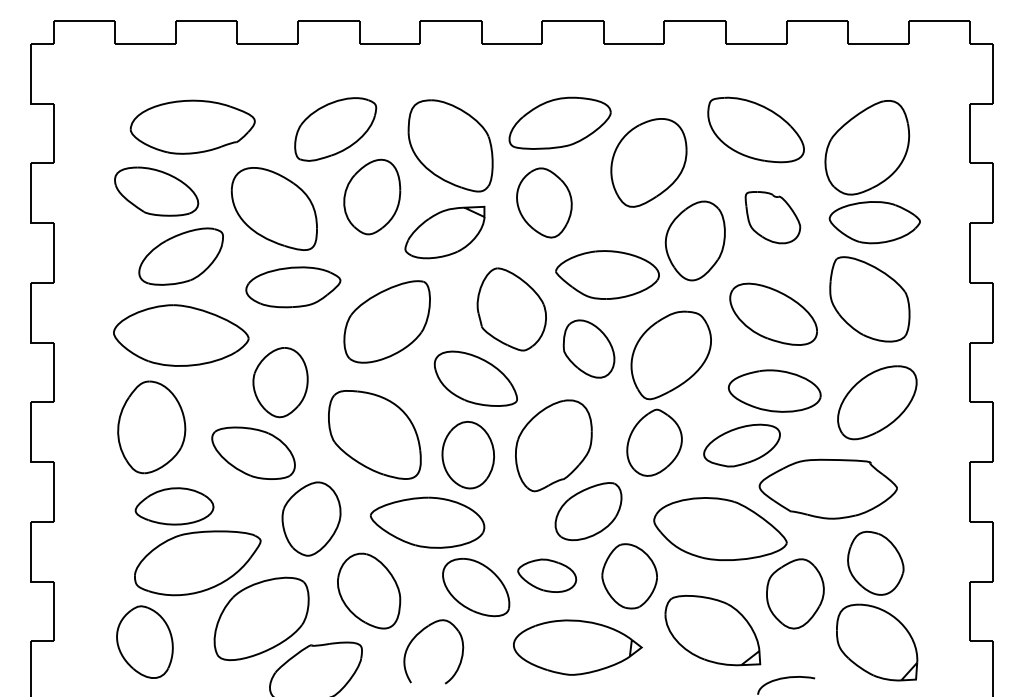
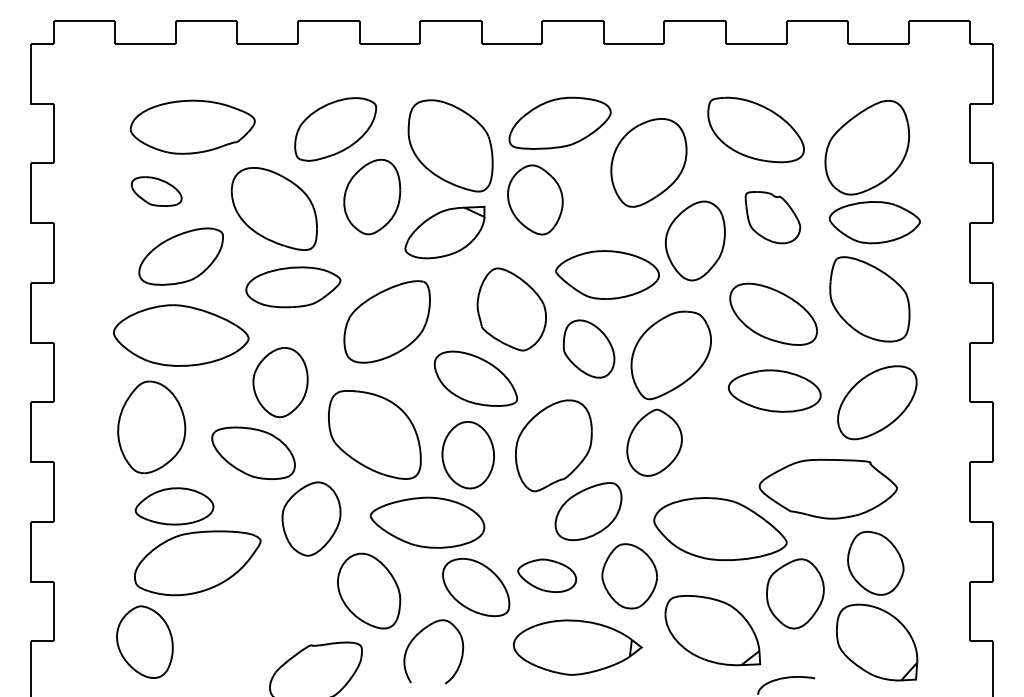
part at (156, 191) size: 86x51 px -> 53x31 px
part at (544, 202) position: (544, 202) -> (535, 199)
part at (741, 445): present -> none
part at (261, 618): present -> none
